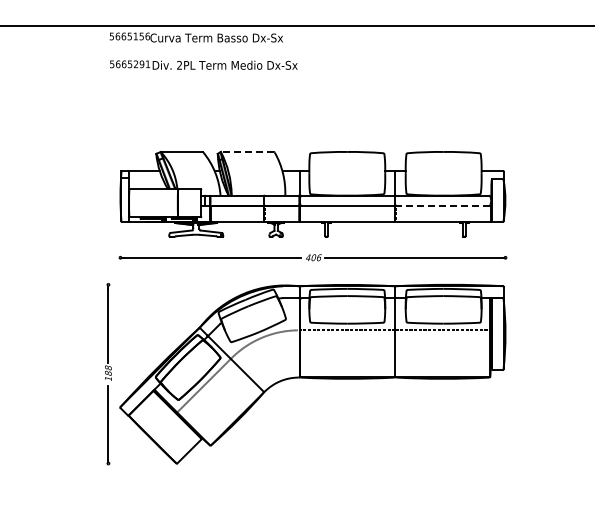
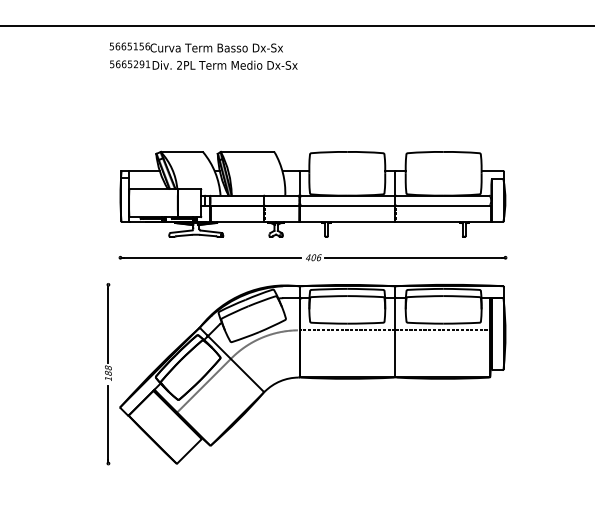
text at (195, 37) position: (195, 37) -> (195, 47)
line at (247, 151): dashed -> solid
line at (443, 205): dashed -> solid
